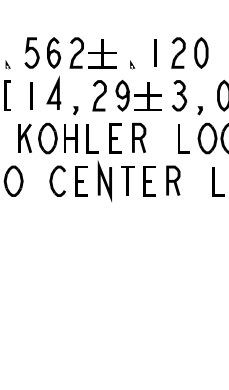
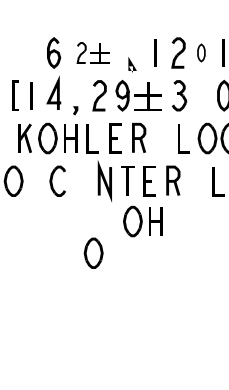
curve at (29, 50): present -> none
part at (92, 52) size: 48x32 px -> 34x22 px
part at (201, 52) size: 15x32 px -> 9x20 px
line at (223, 52): none -> present
part at (7, 64): present -> none
part at (132, 64) size: 6x10 px -> 9x16 px
line at (6, 95) position: (6, 95) -> (14, 95)
line at (199, 110): present -> none
part at (81, 181): present -> none
part at (142, 221): none -> present
part at (93, 252): none -> present
